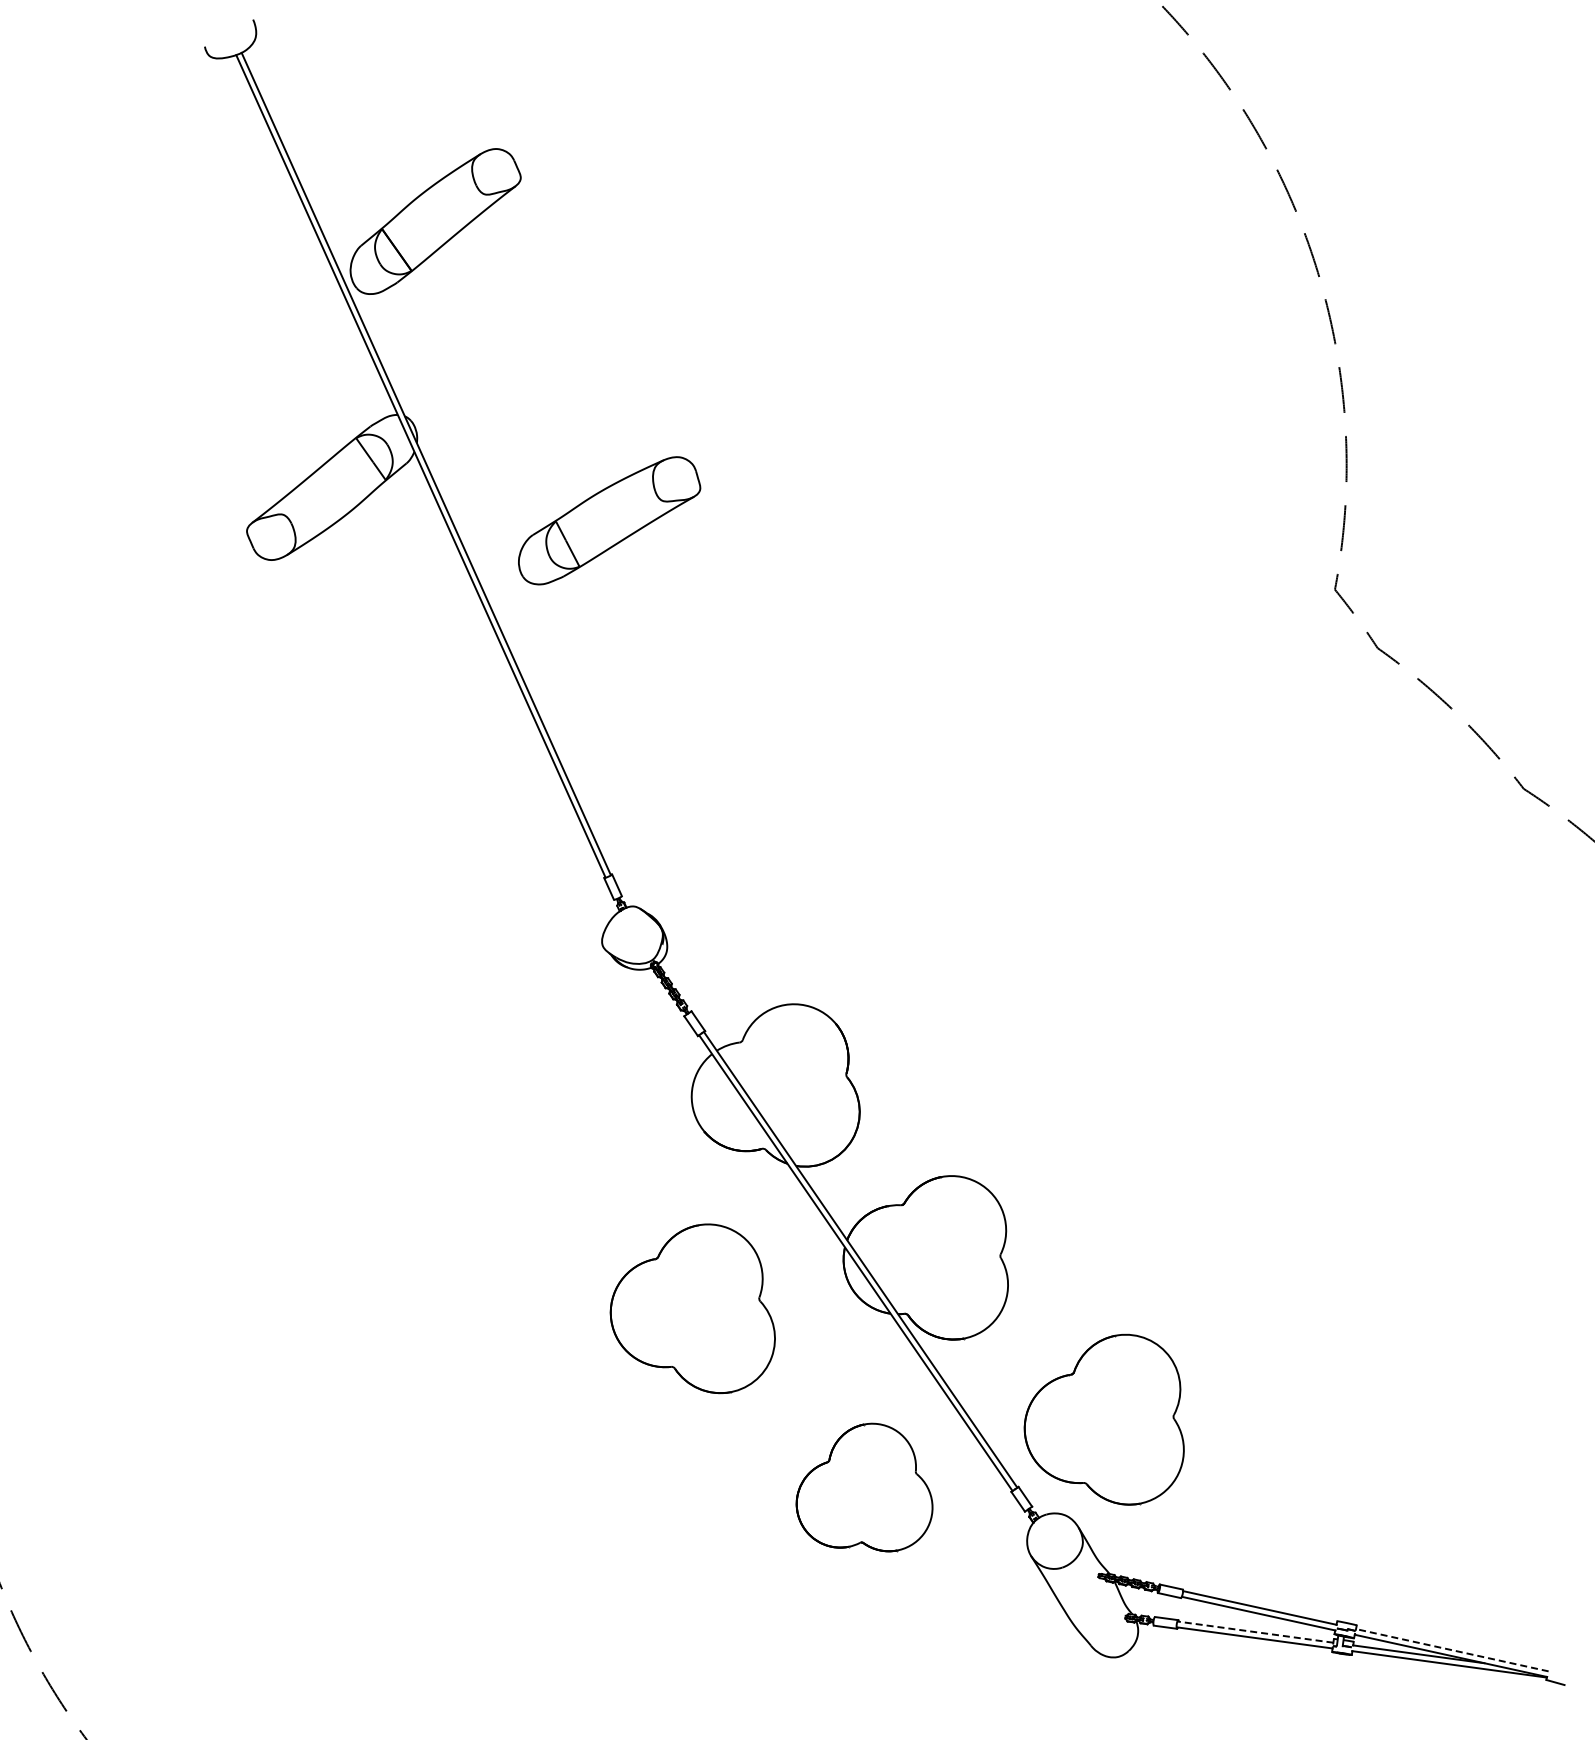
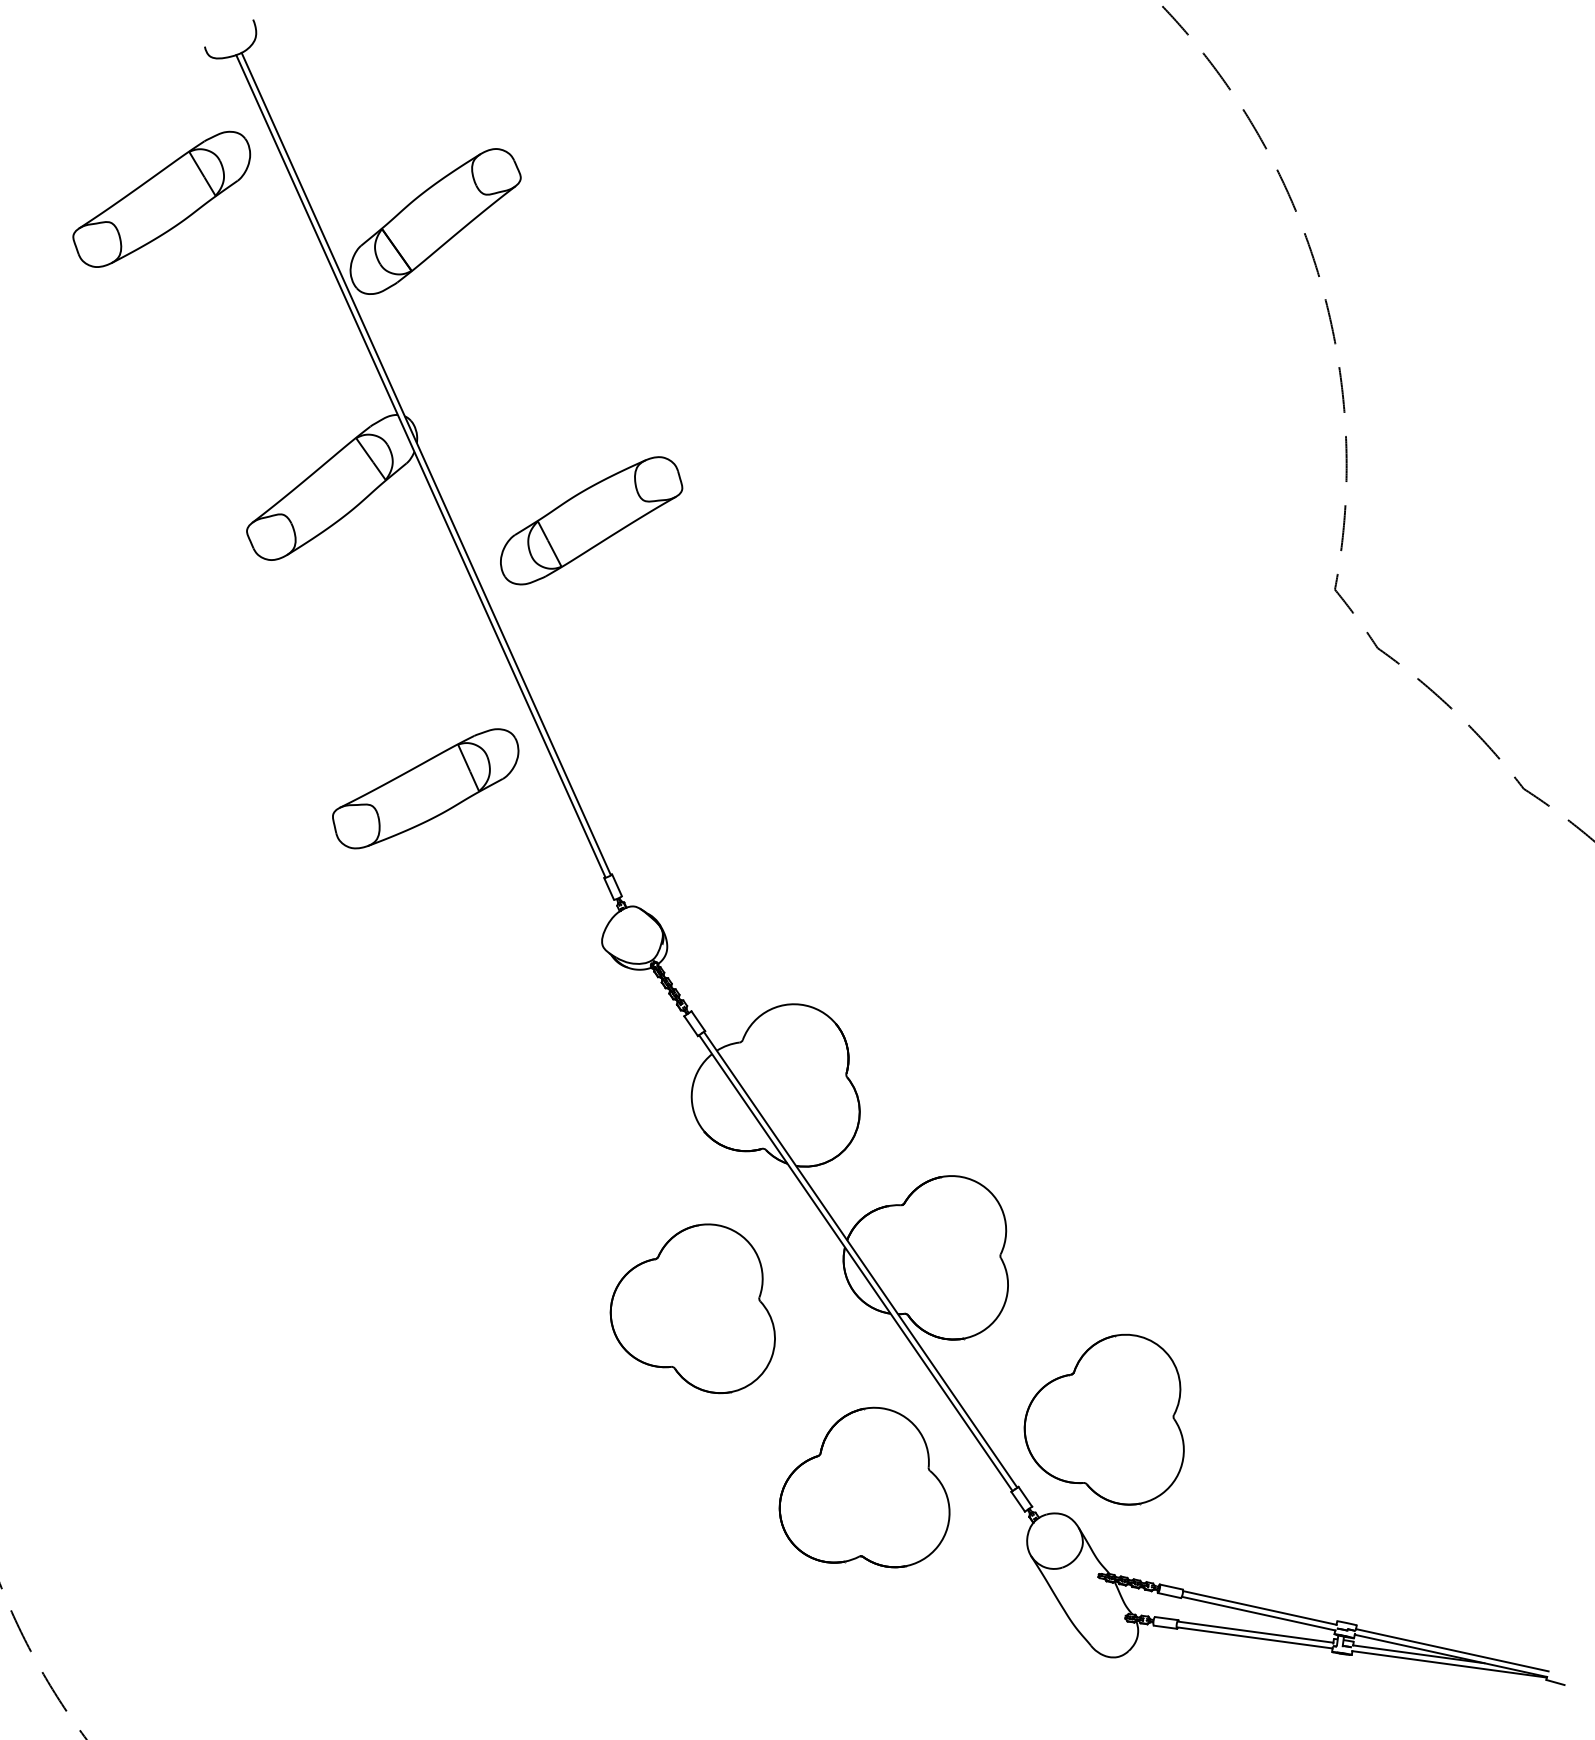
part at (161, 198): none -> present
part at (609, 520) position: (609, 520) -> (591, 520)
part at (425, 788): none -> present
part at (864, 1487) size: 139x131 px -> 173x163 px
line at (1255, 1632): dashed -> solid
line at (1452, 1650): dashed -> solid
